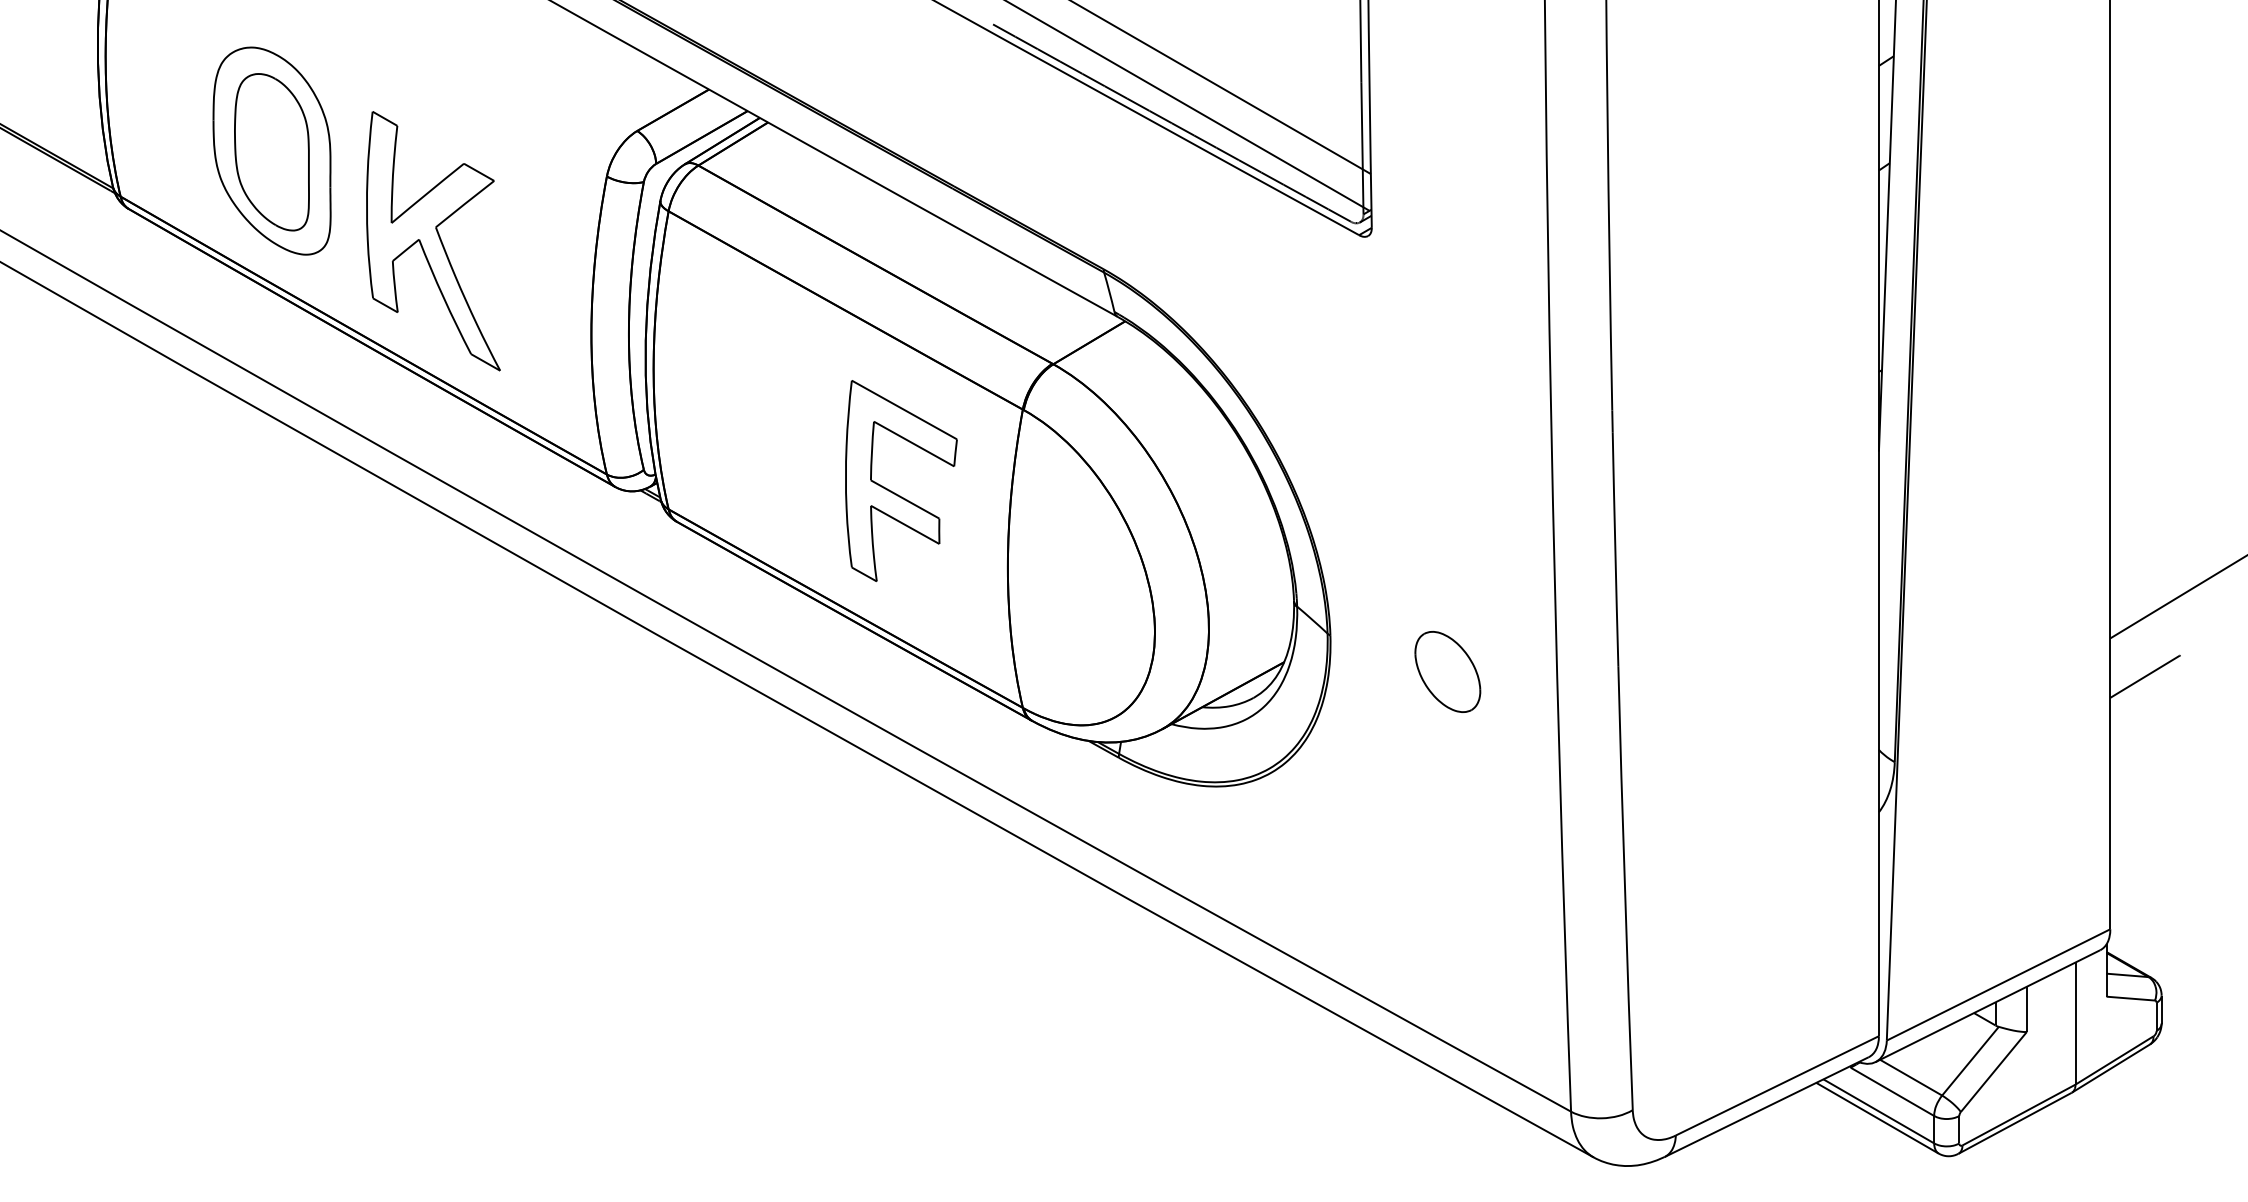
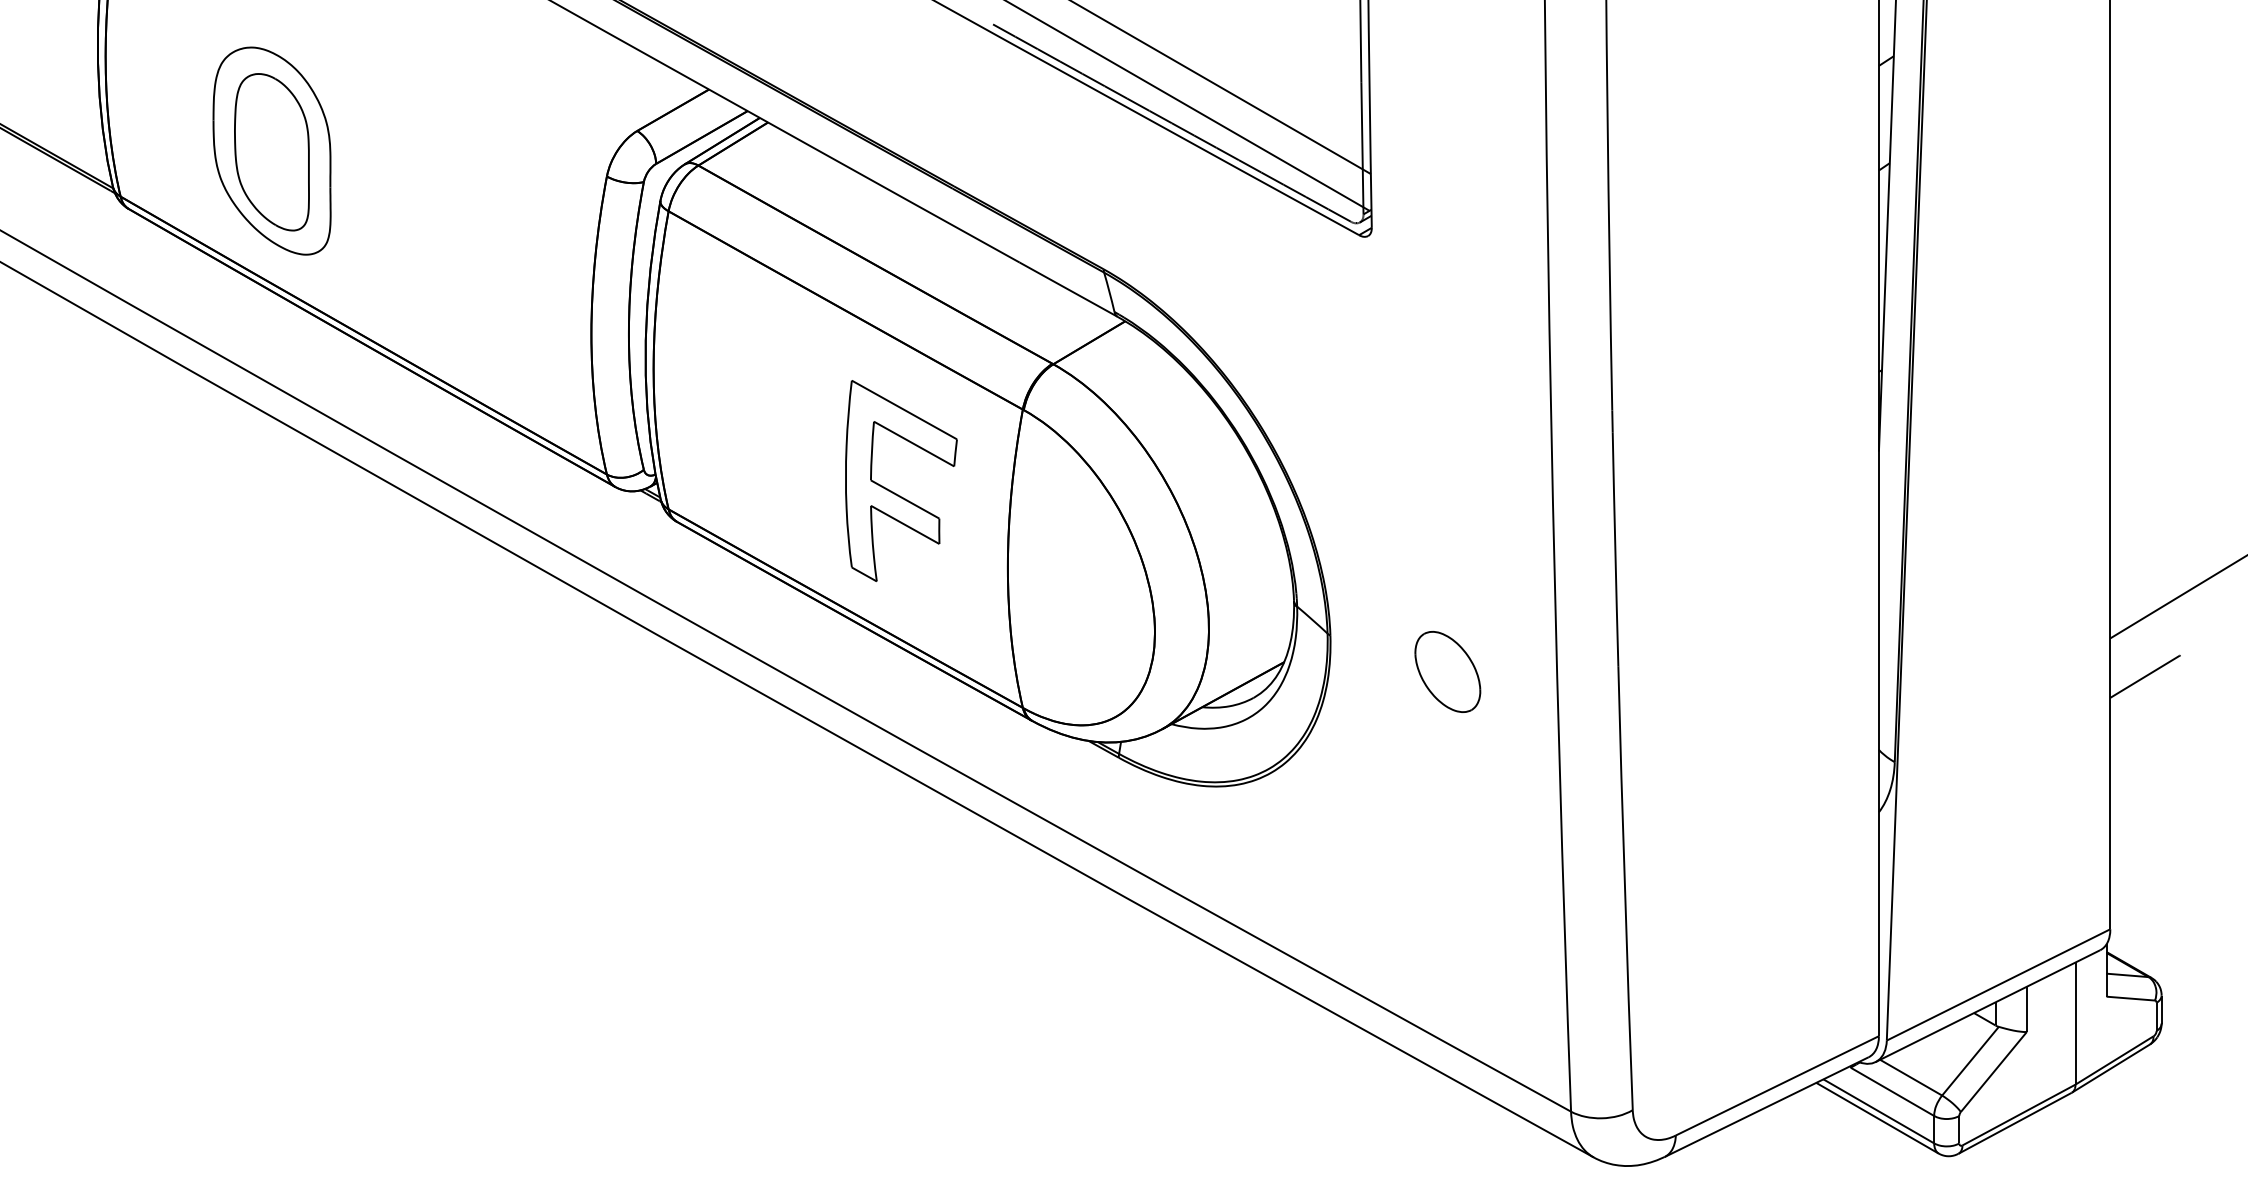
part at (433, 241): present -> none
